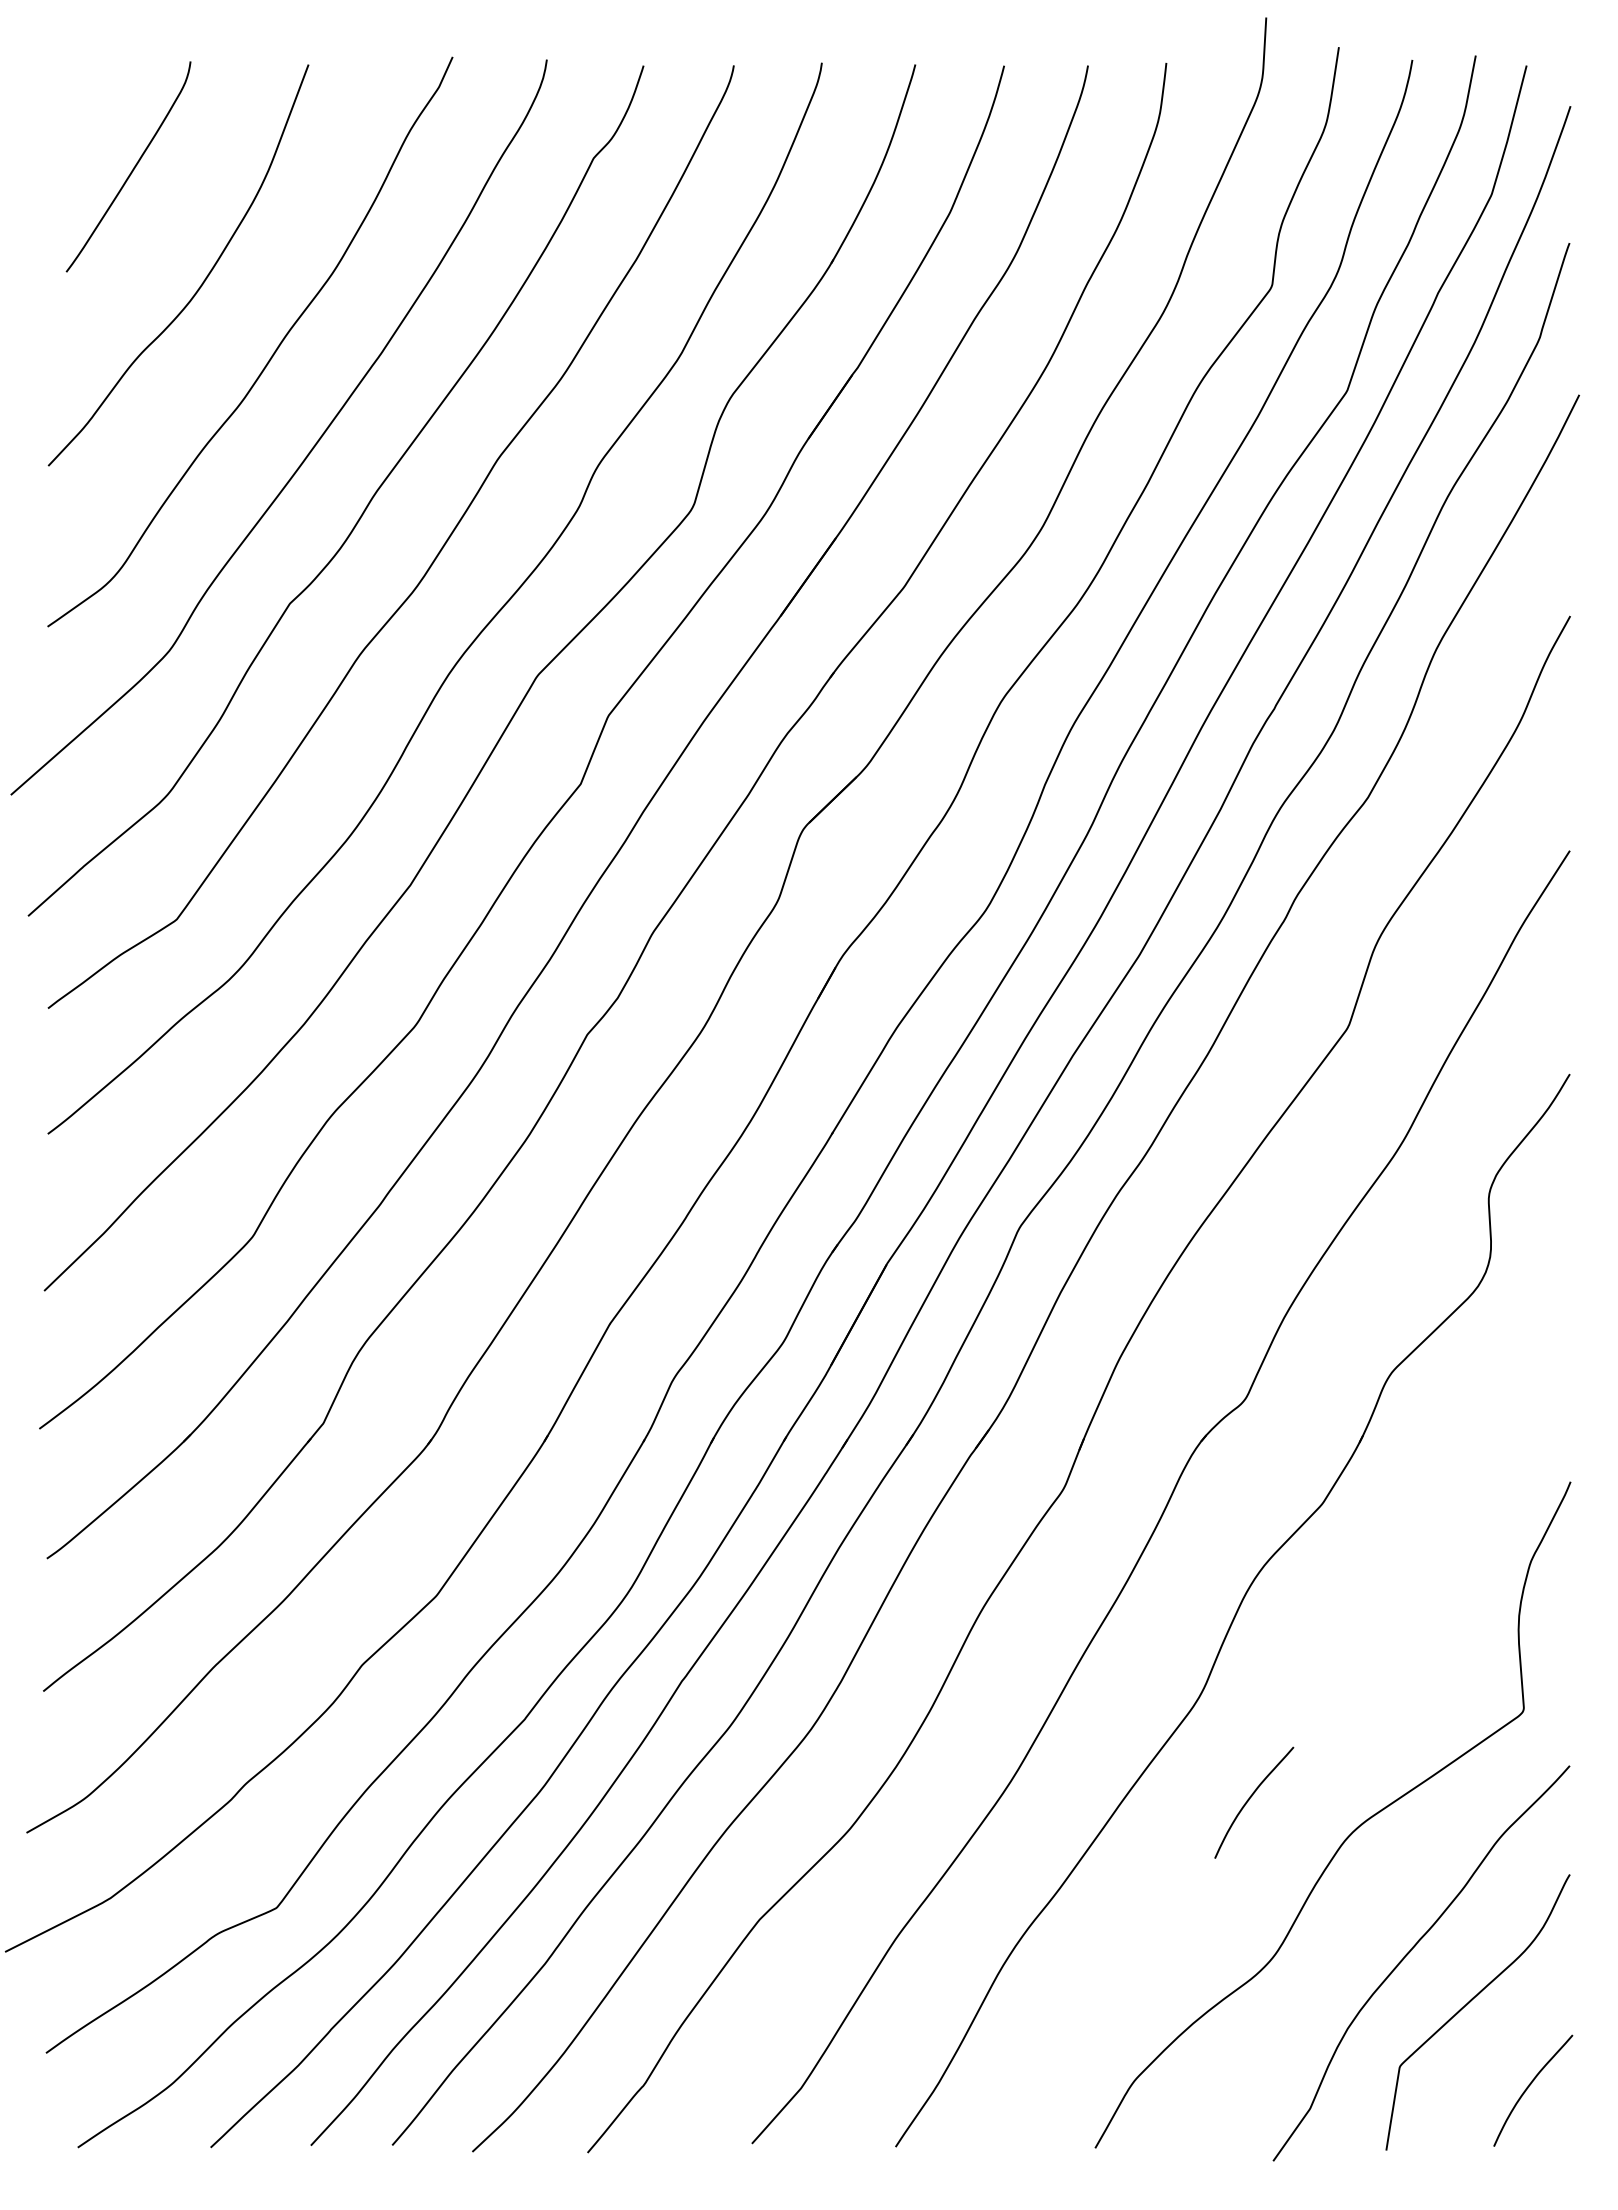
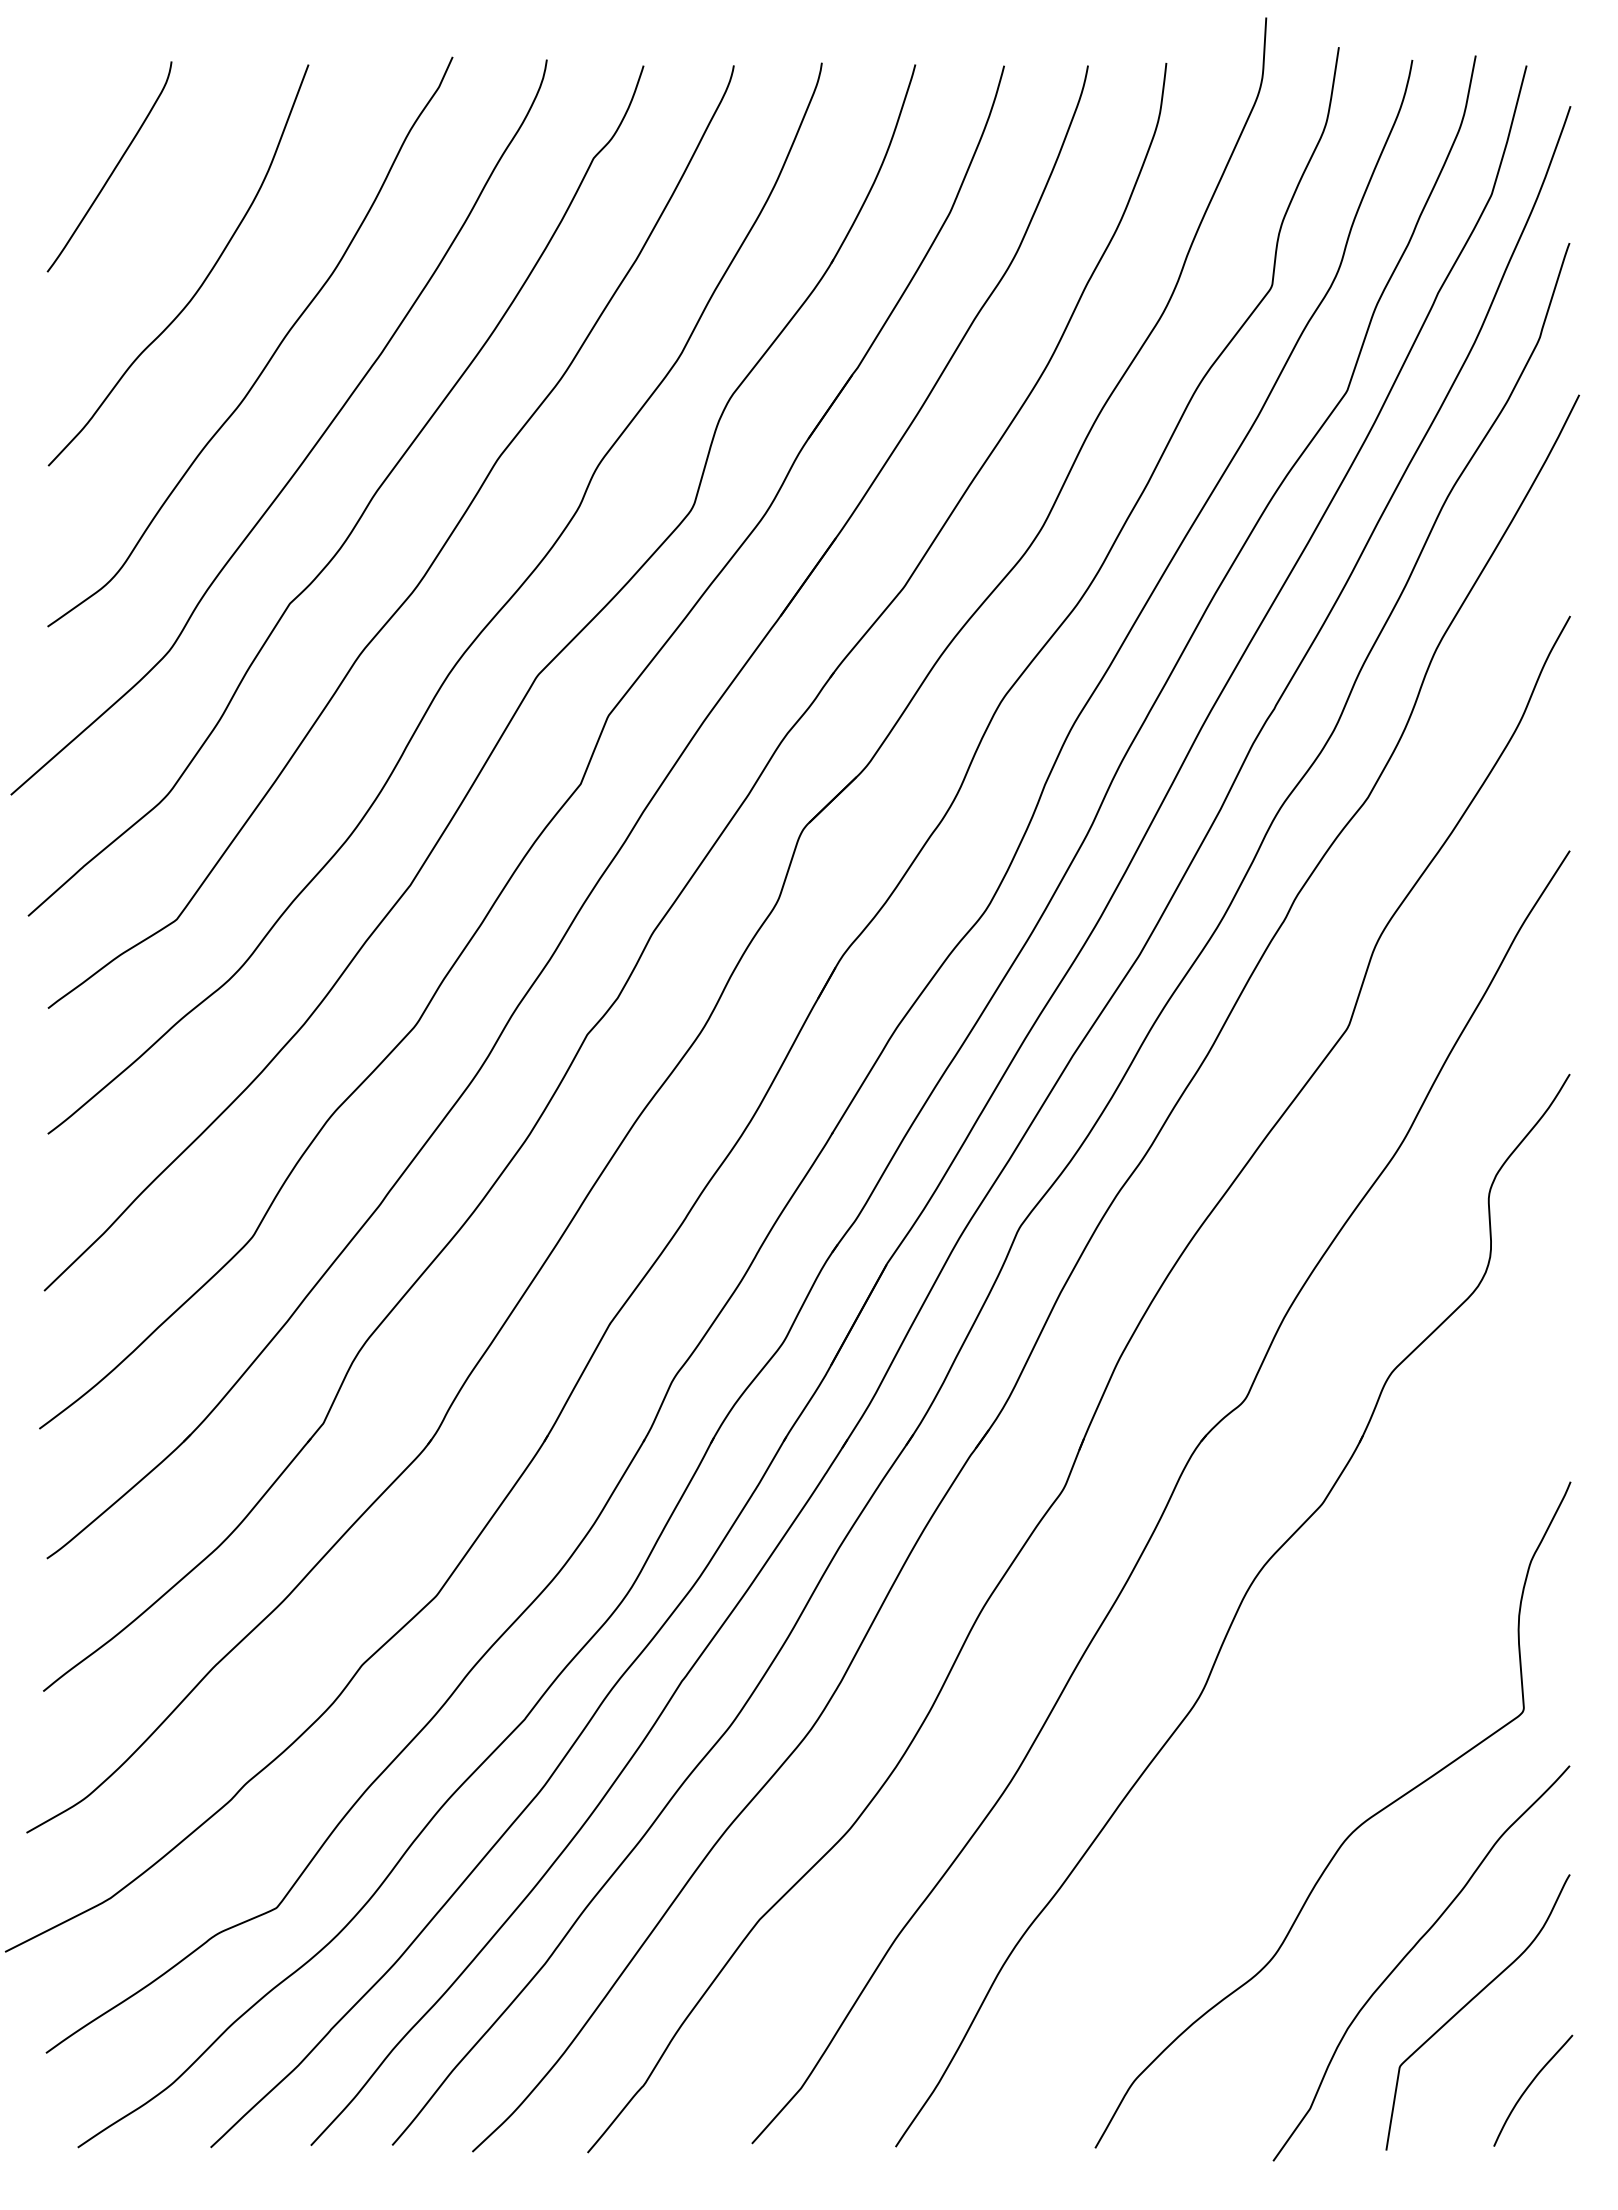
curve at (132, 169) position: (132, 169) -> (113, 169)
curve at (1249, 1800): present -> none
